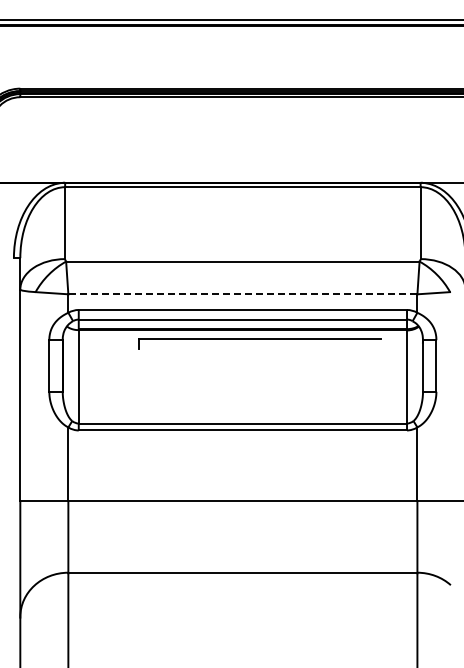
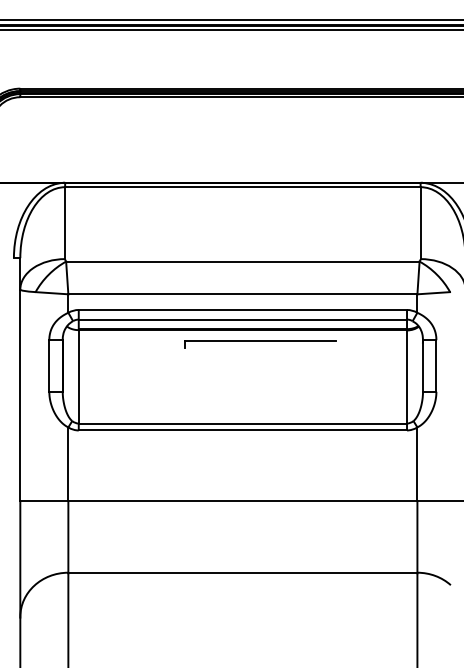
line at (231, 29): none -> present
line at (242, 294): dashed -> solid
part at (259, 343) size: 244x12 px -> 153x9 px
